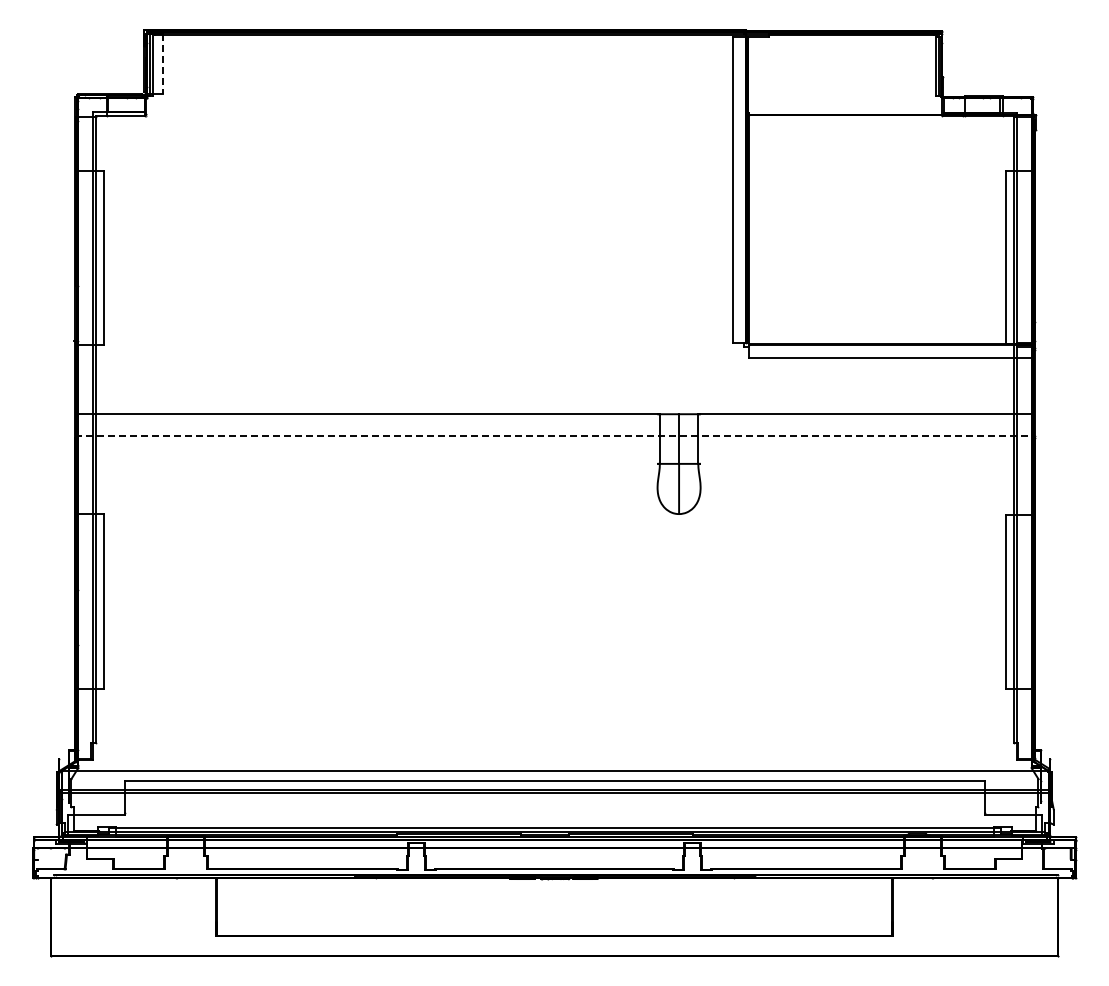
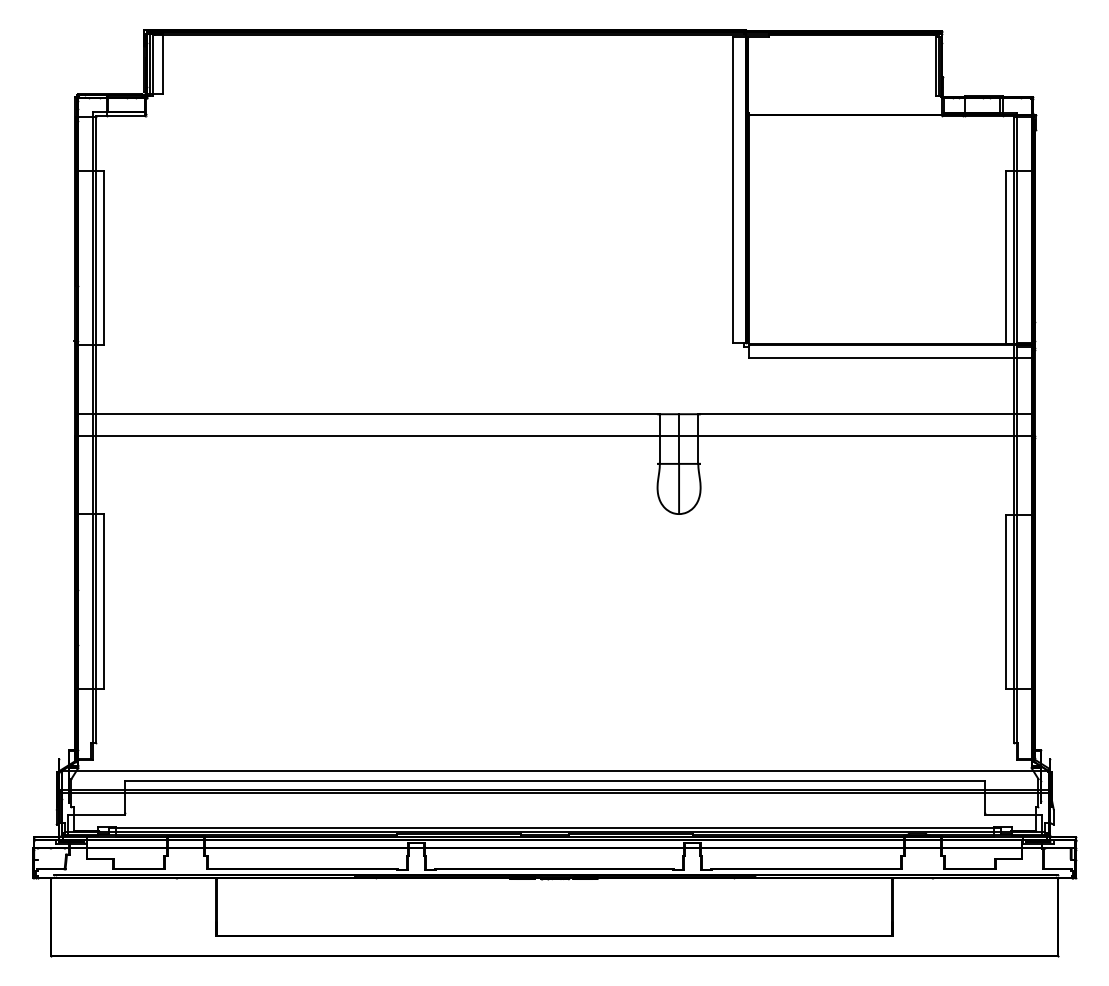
line at (162, 64): dashed -> solid
line at (555, 436): dashed -> solid
